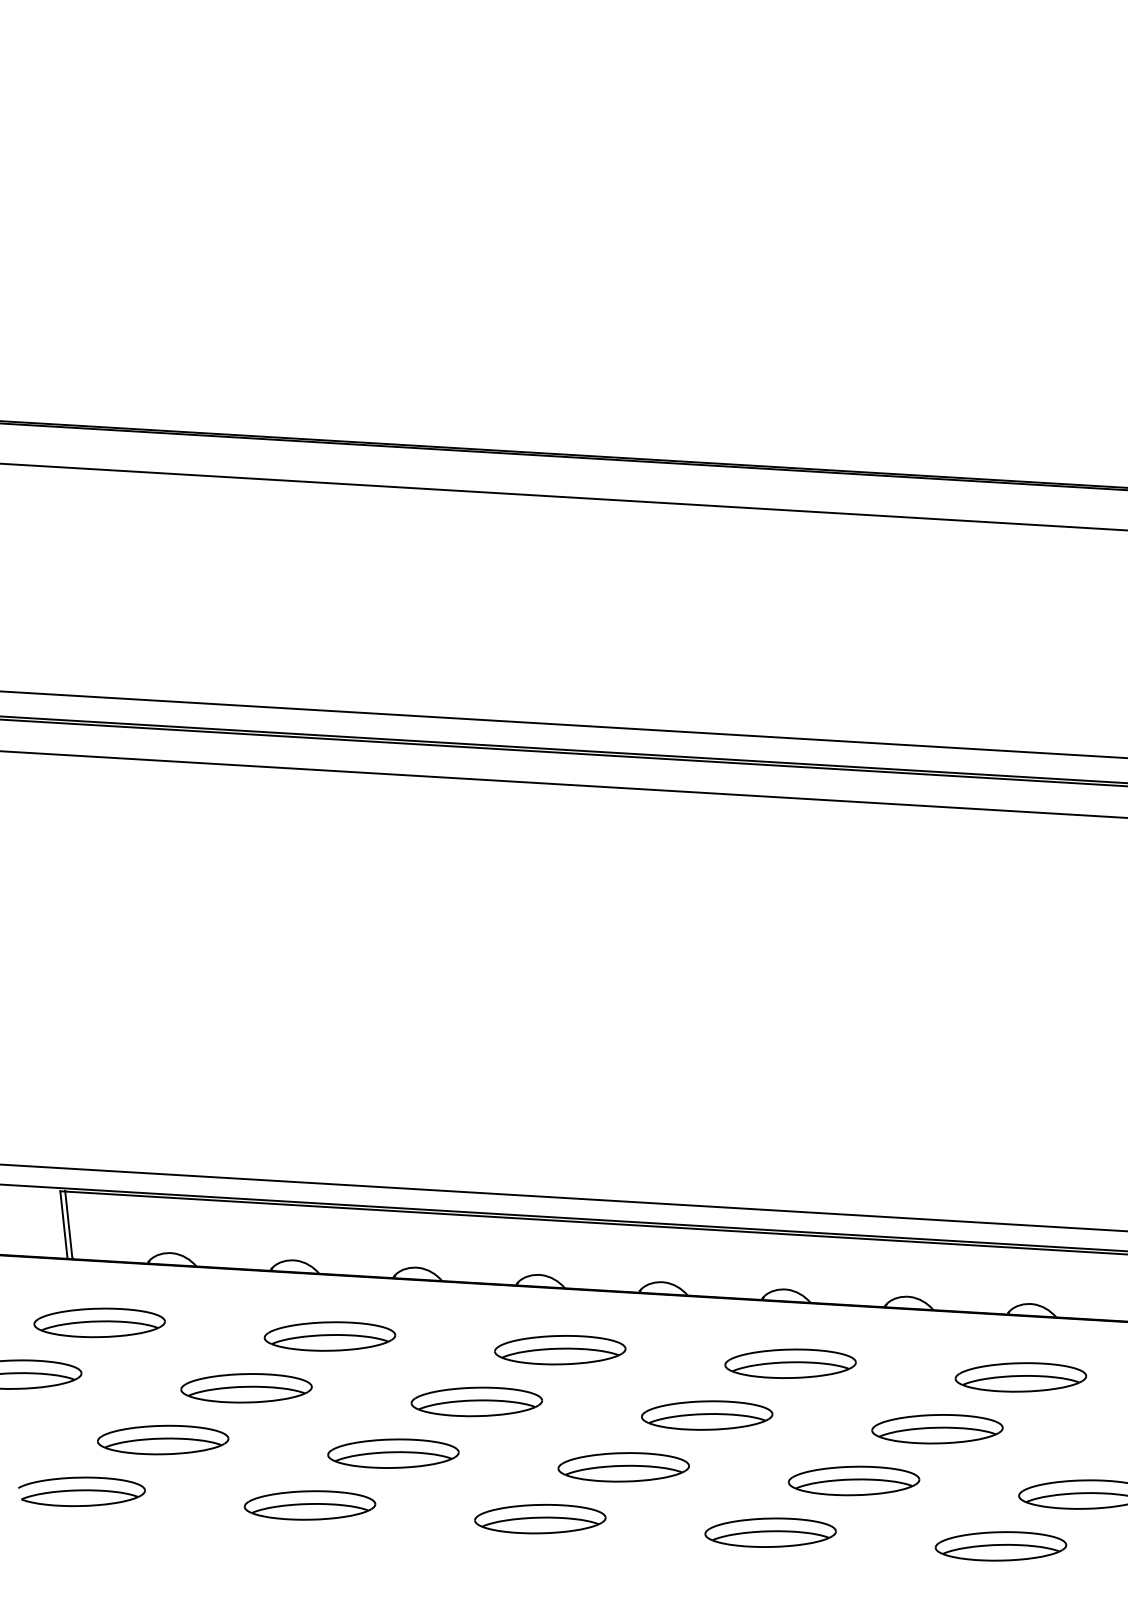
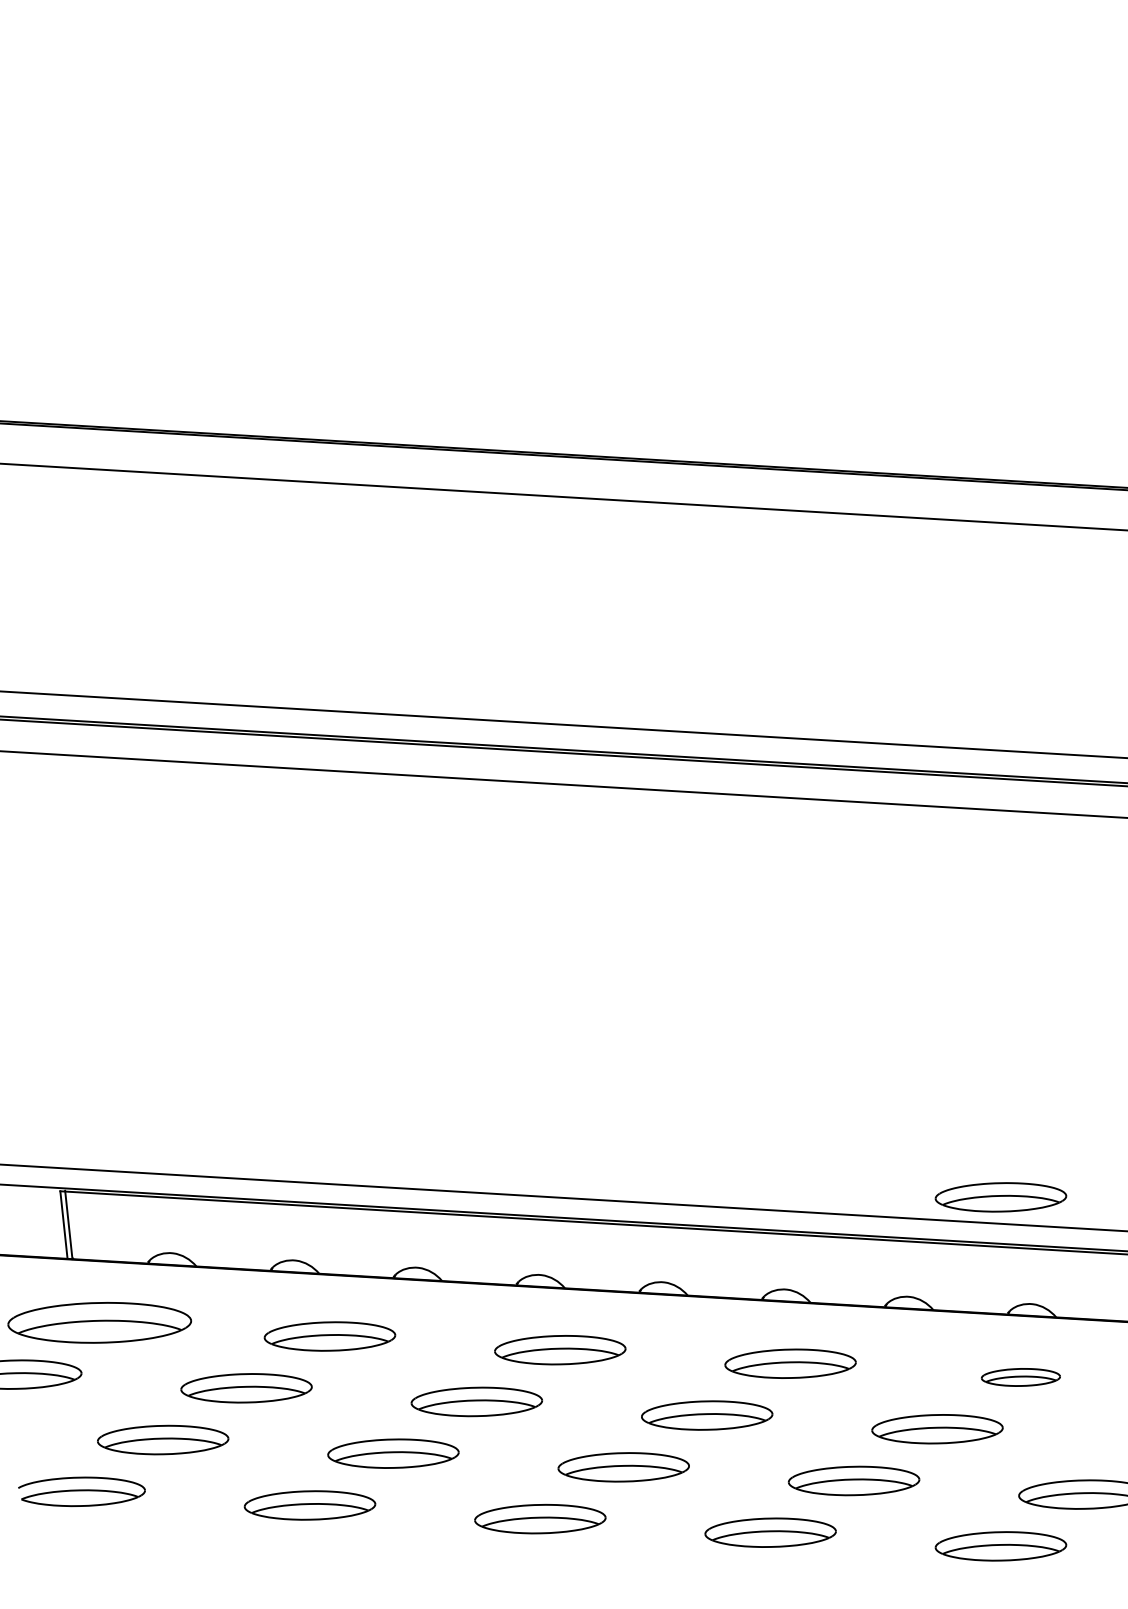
part at (1000, 1197): none -> present
part at (99, 1322) size: 133x32 px -> 185x42 px
part at (1020, 1377) size: 134x31 px -> 81x19 px
